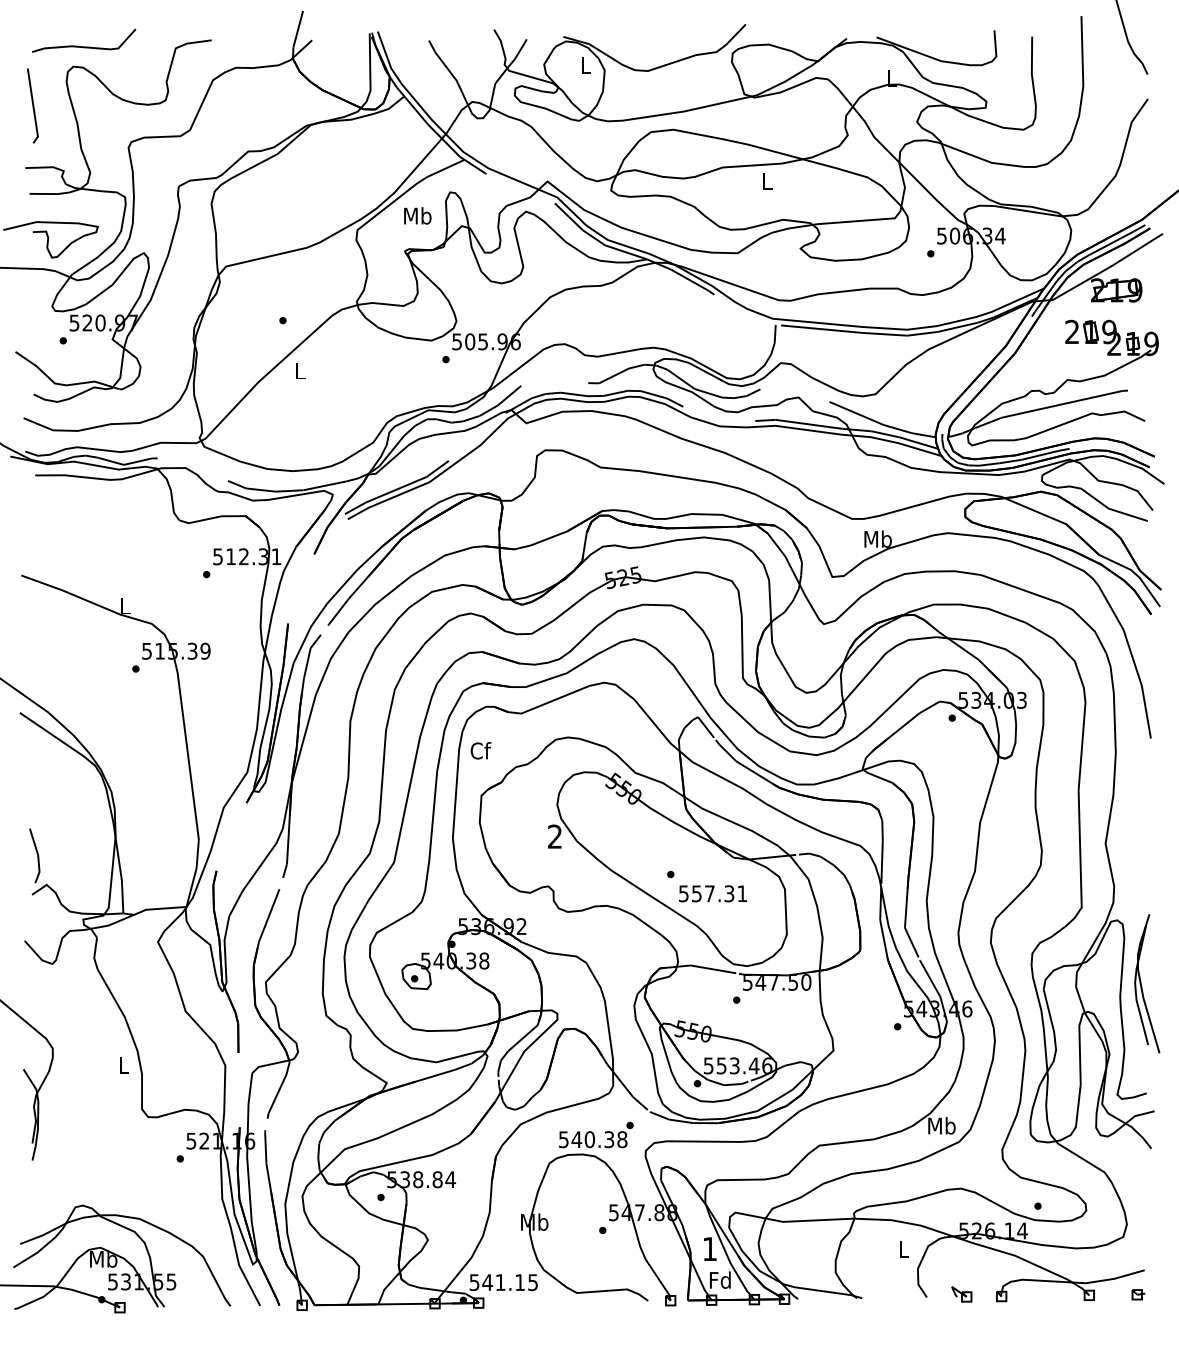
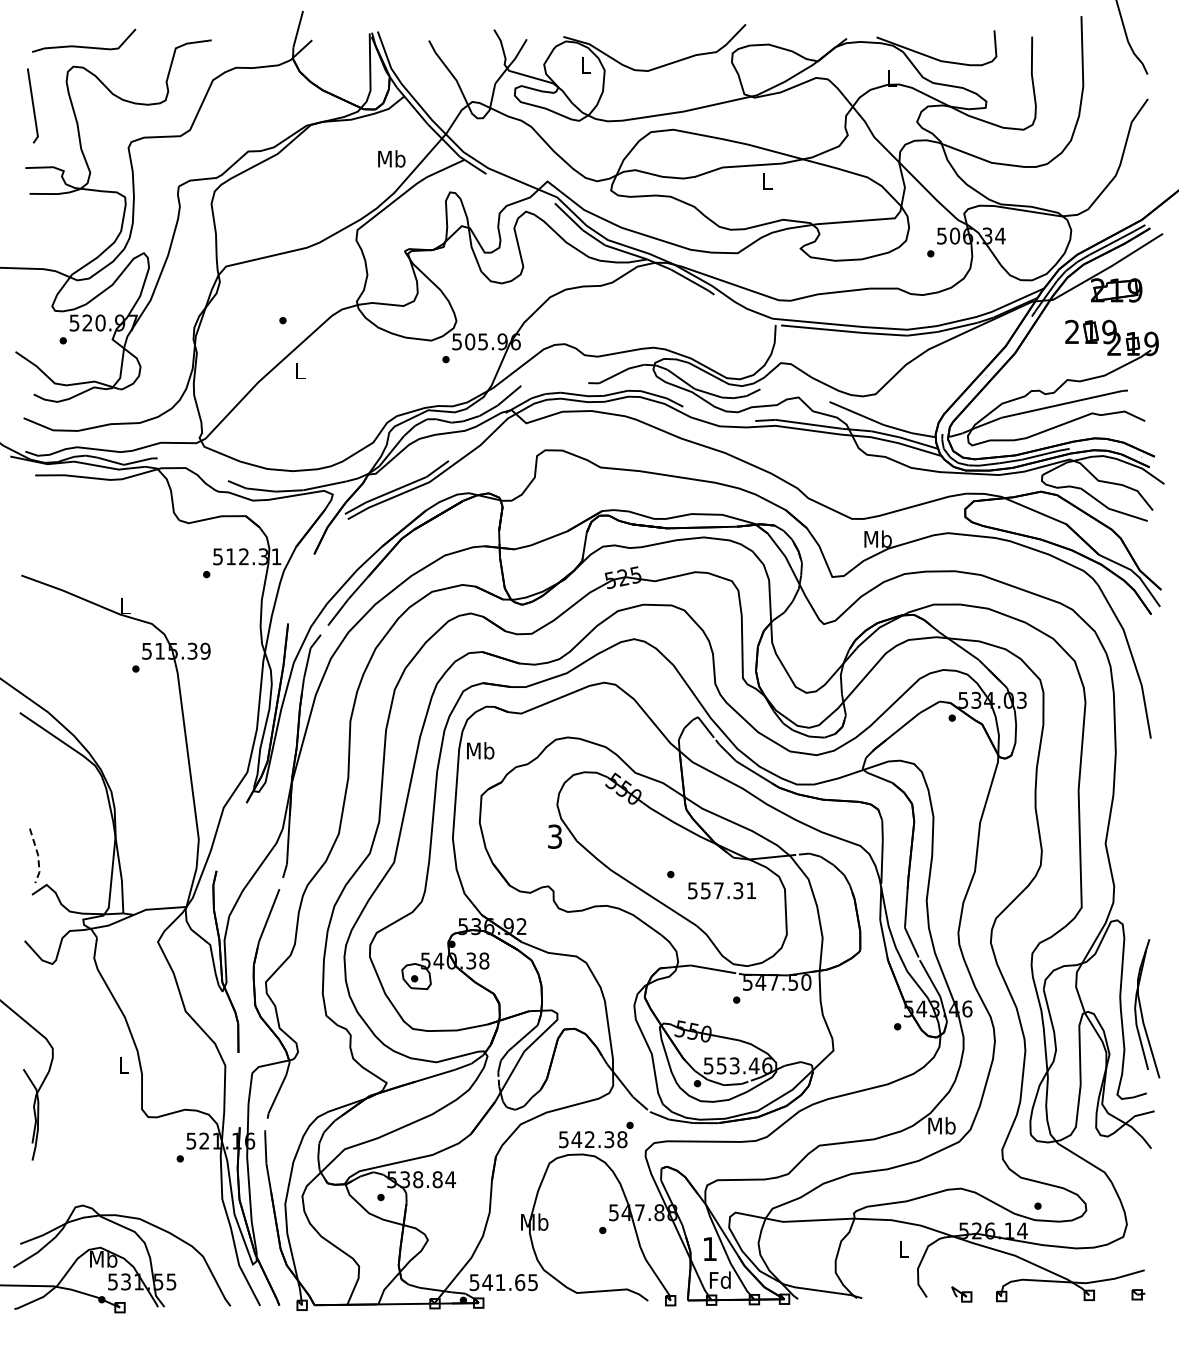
text at (417, 215) position: (417, 215) -> (391, 158)
curve at (49, 238): present -> none
text at (480, 750): Cf -> Mb
text at (555, 836): 2 -> 3
line at (38, 856): solid -> dashed
text at (712, 893) position: (712, 893) -> (721, 890)
part at (1147, 983) position: (1147, 983) -> (1147, 1008)
text at (589, 1139): 540.38 -> 542.38
text at (520, 1282): 541.15 -> 541.65
